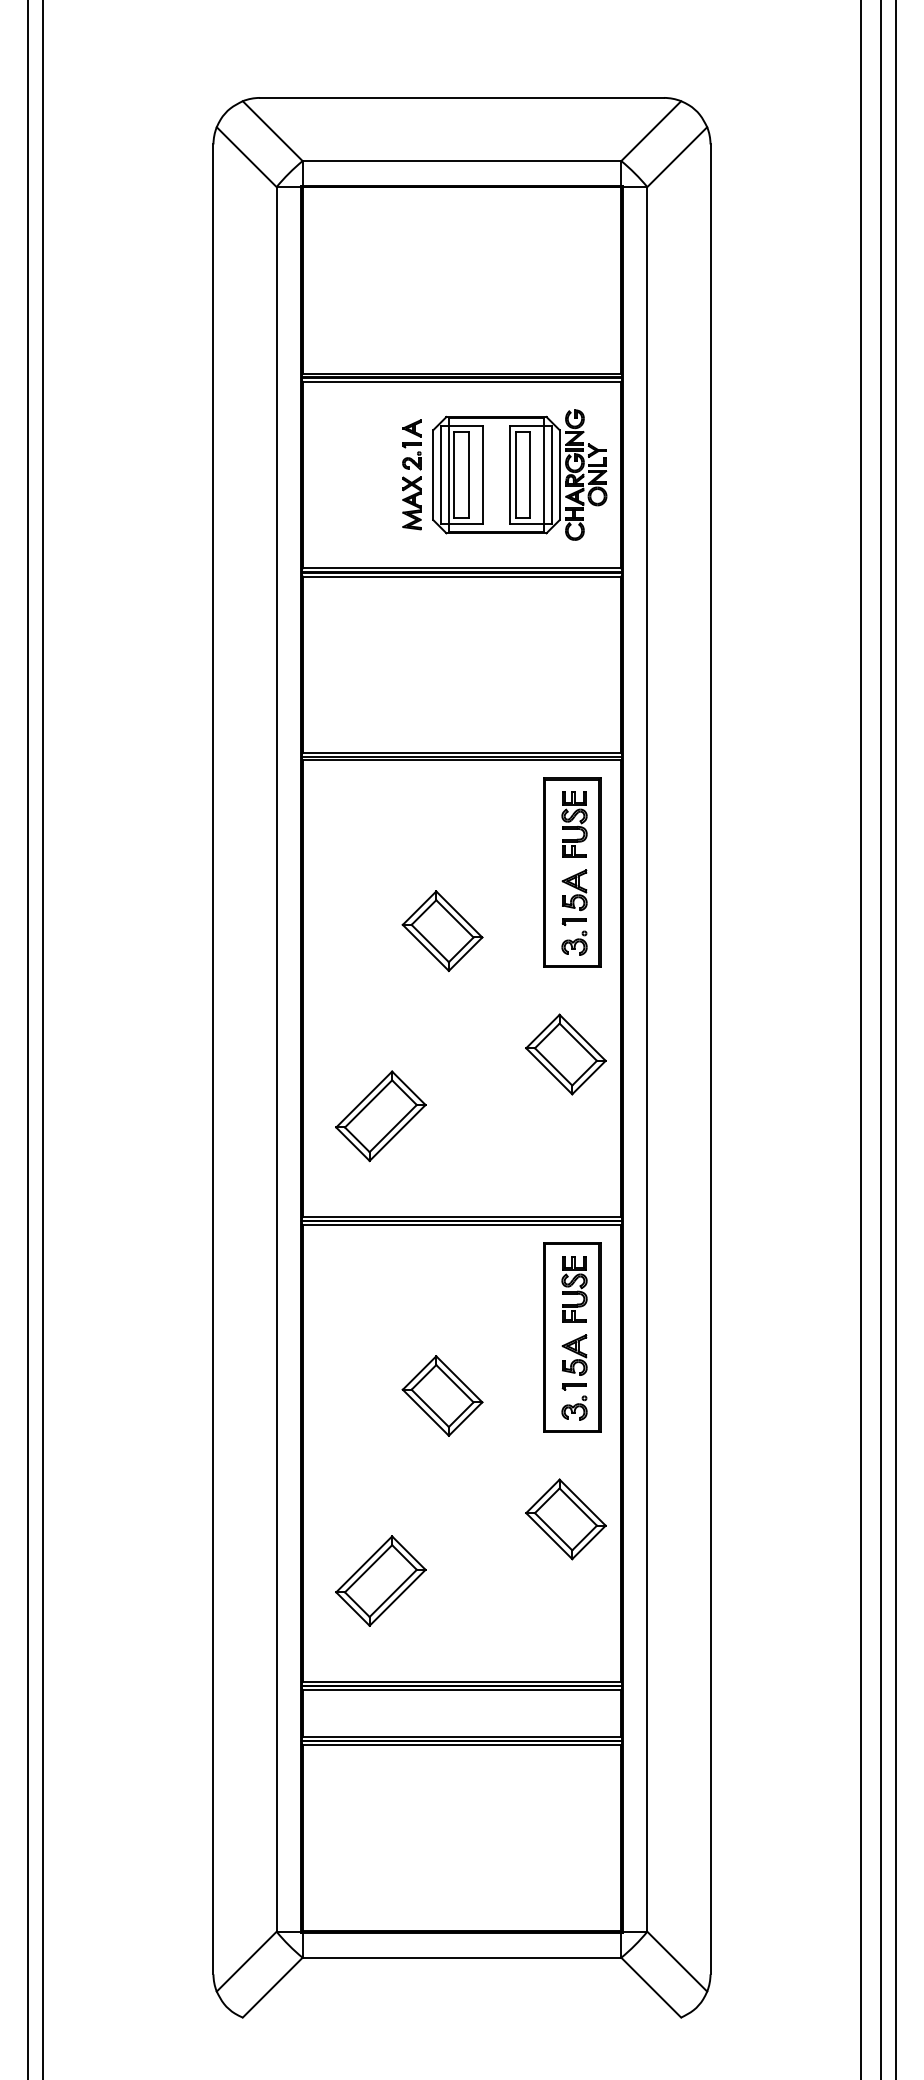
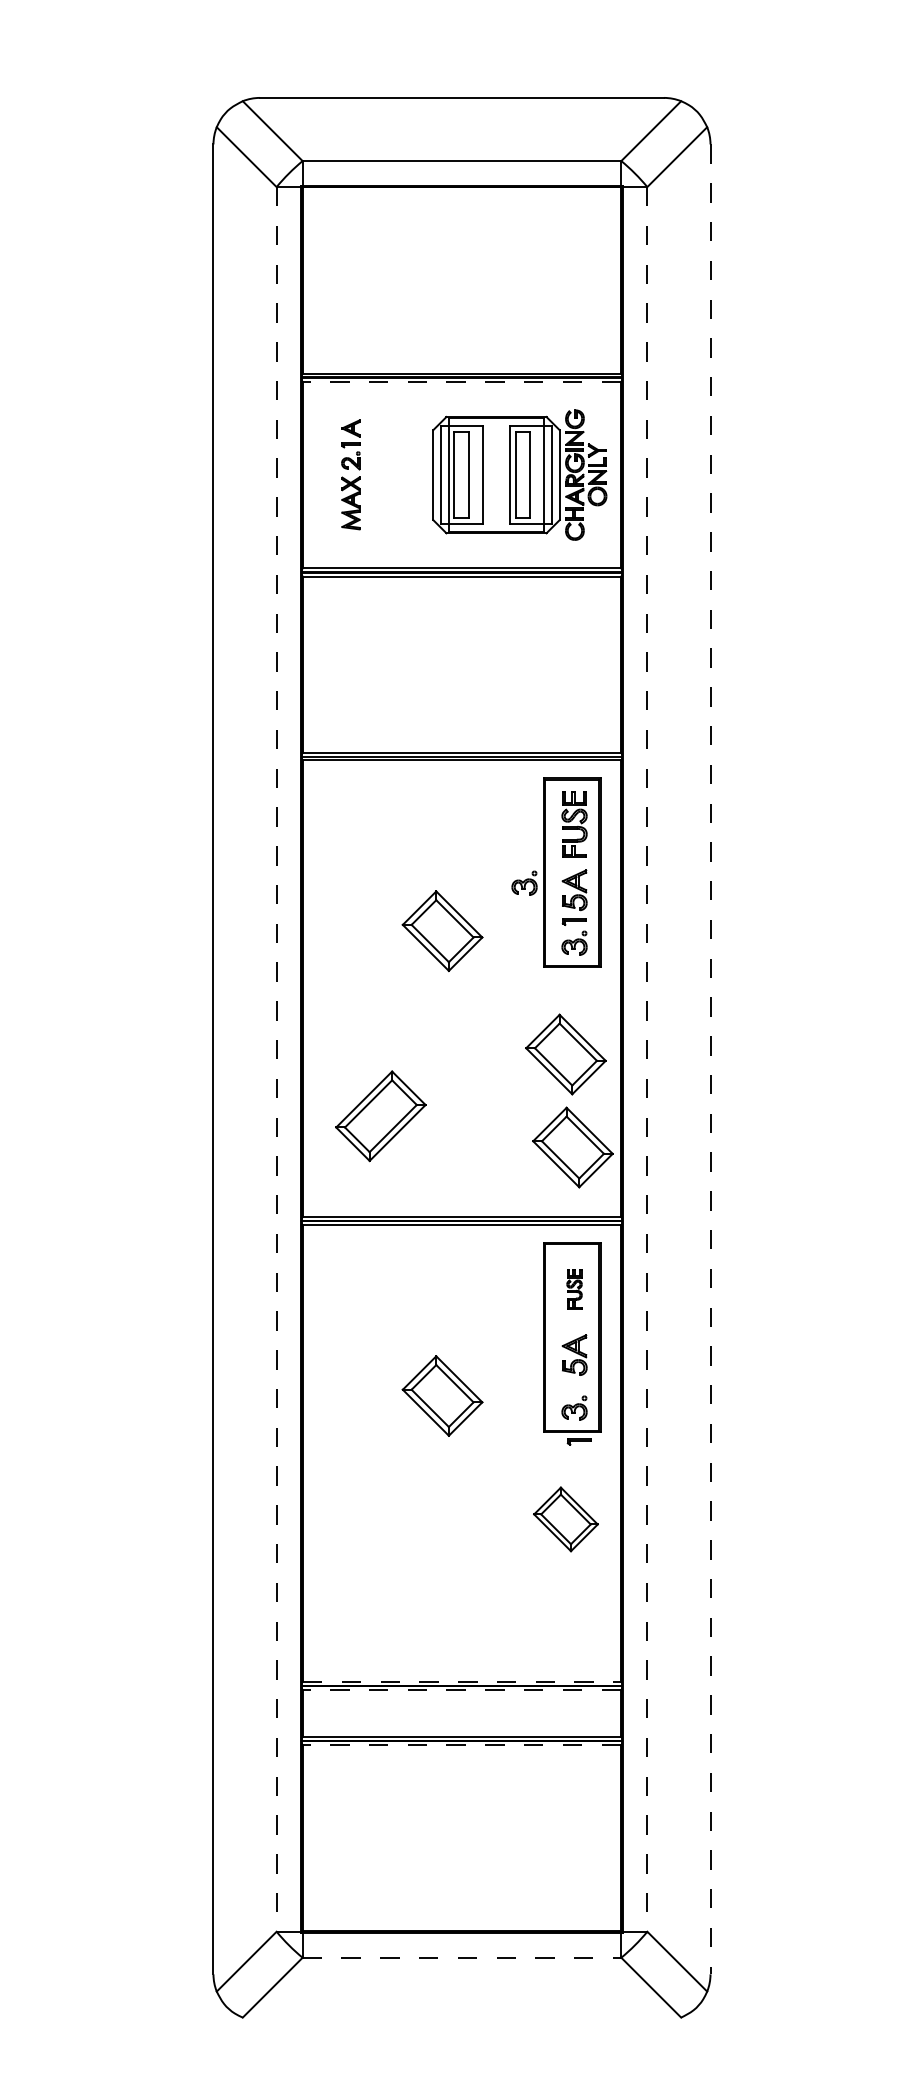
line at (462, 382): solid -> dashed
part at (411, 474) position: (411, 474) -> (350, 474)
part at (524, 882): none -> present
line at (27, 1039): present -> none
line at (43, 1039): present -> none
line at (861, 1039): present -> none
line at (880, 1039): present -> none
line at (896, 1039): present -> none
line at (276, 1059): solid -> dashed
line at (647, 1059): solid -> dashed
line at (710, 1059): solid -> dashed
part at (572, 1147): none -> present
part at (574, 1289) size: 27x67 px -> 17x41 px
part at (573, 1386) position: (573, 1386) -> (578, 1441)
part at (565, 1519) size: 82x83 px -> 66x67 px
part at (380, 1580): present -> none
line at (462, 1681): solid -> dashed
line at (462, 1690): solid -> dashed
line at (462, 1745): solid -> dashed
line at (462, 1957): solid -> dashed
